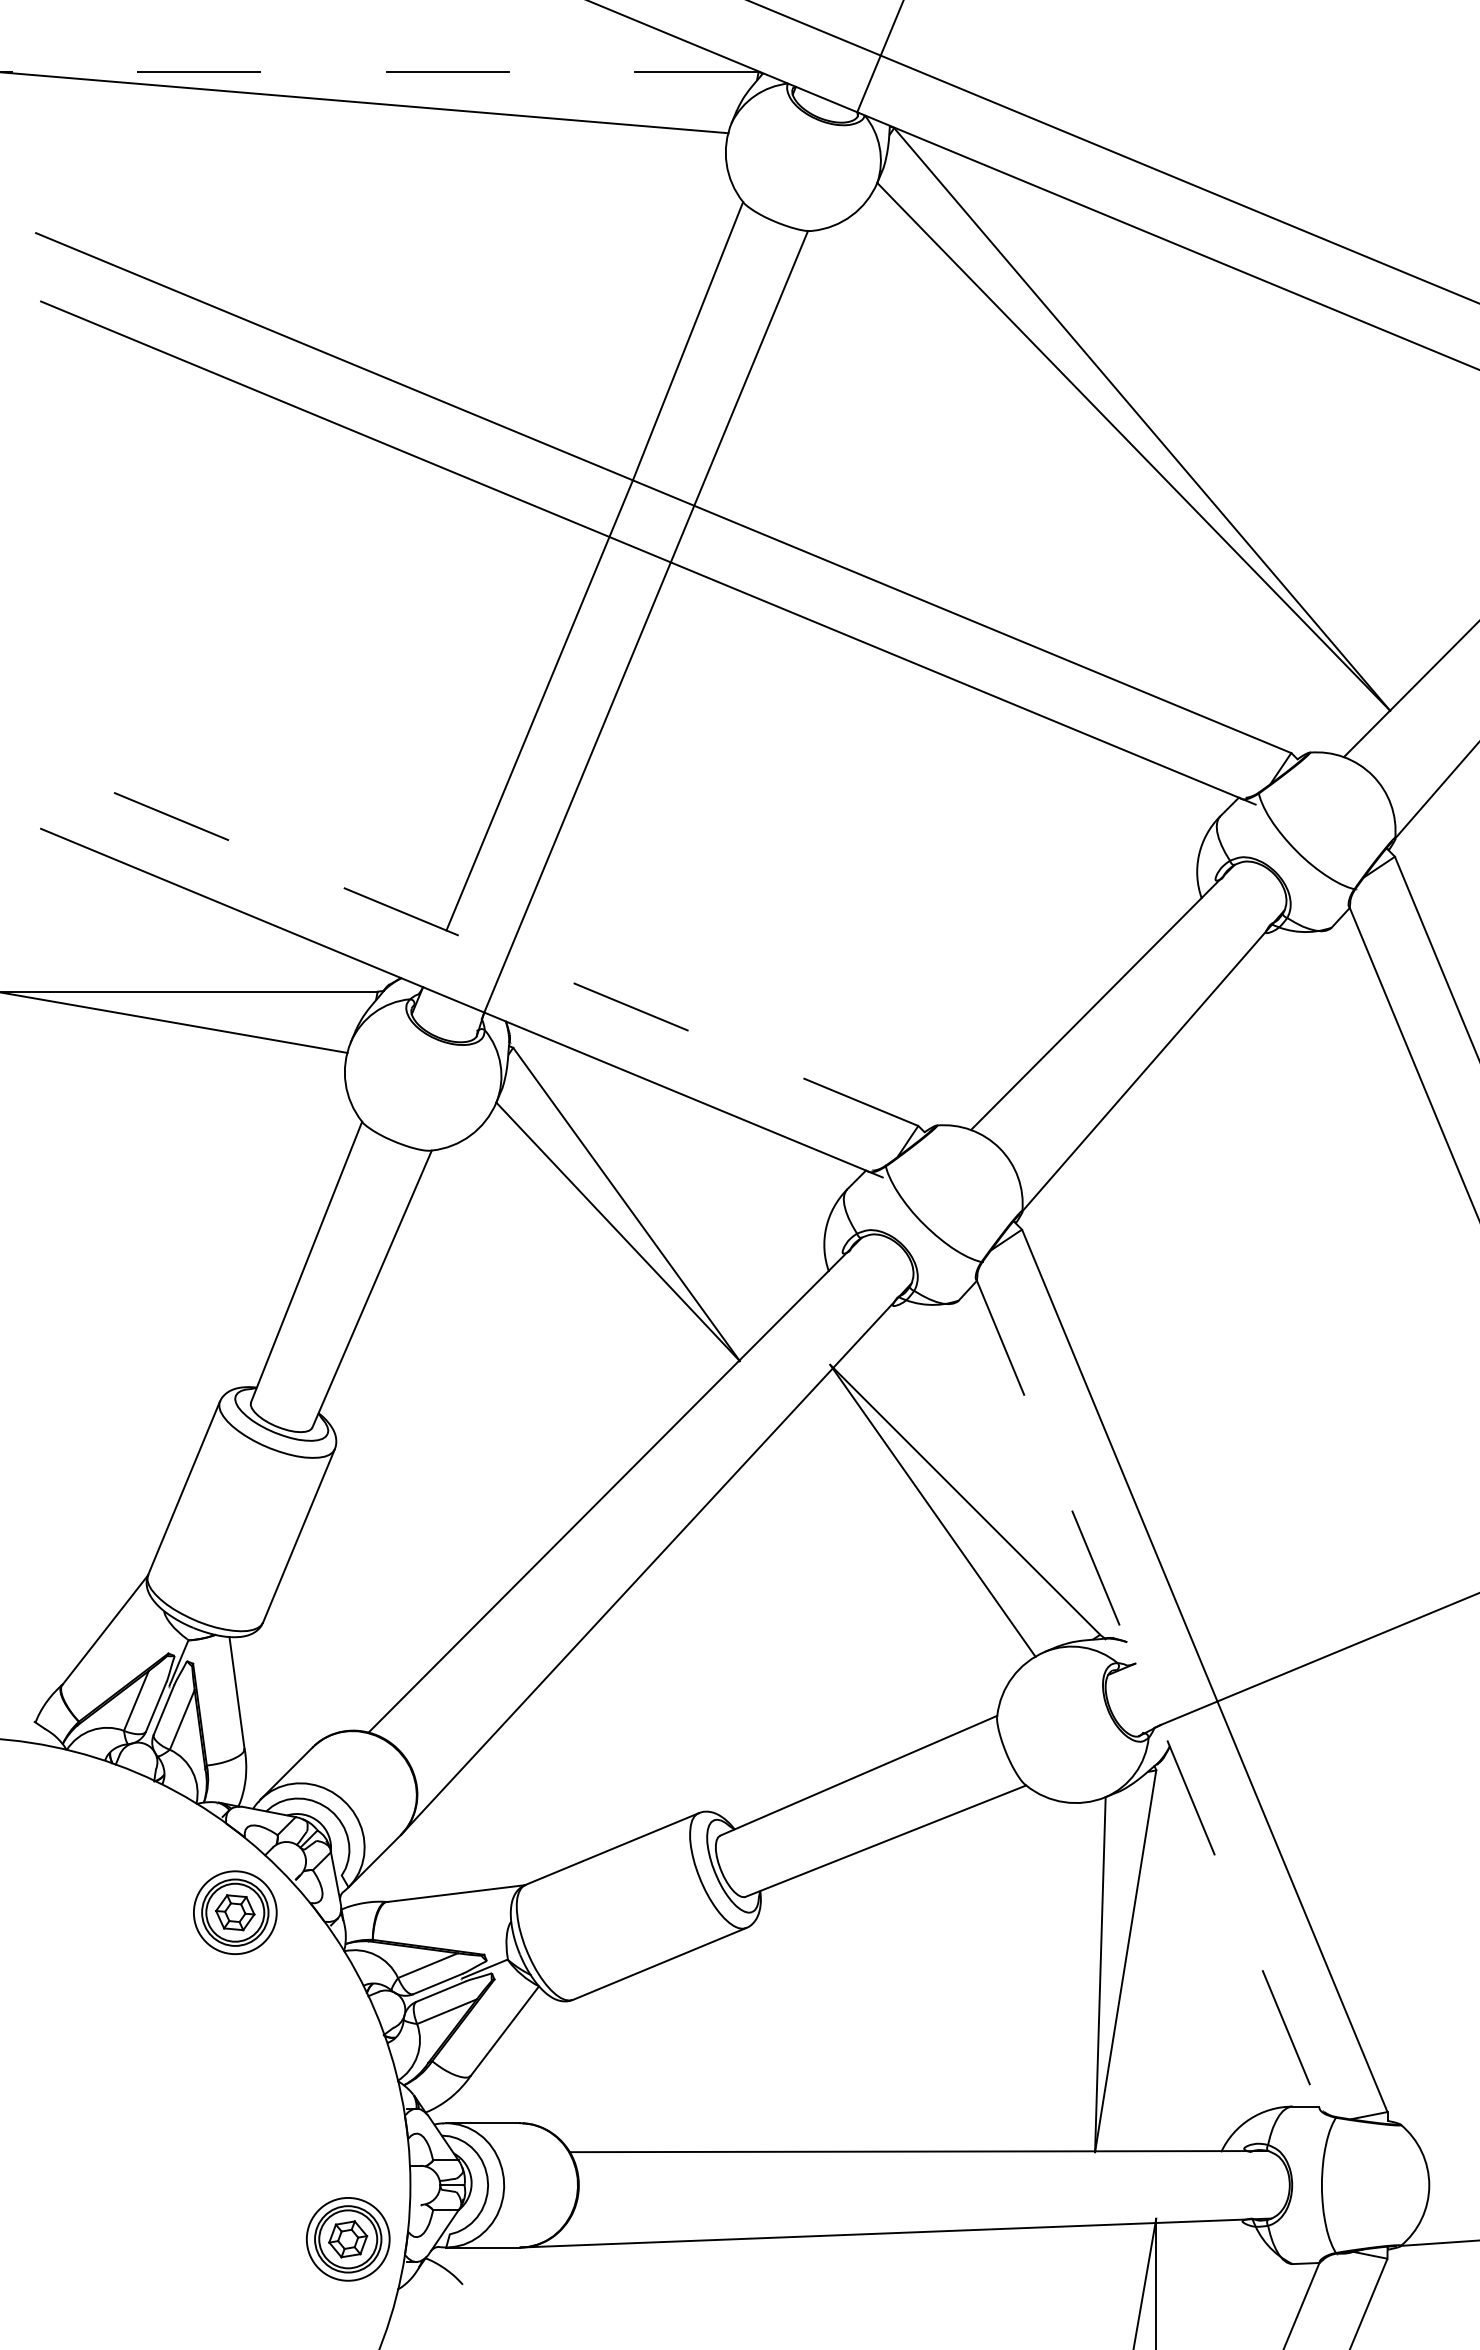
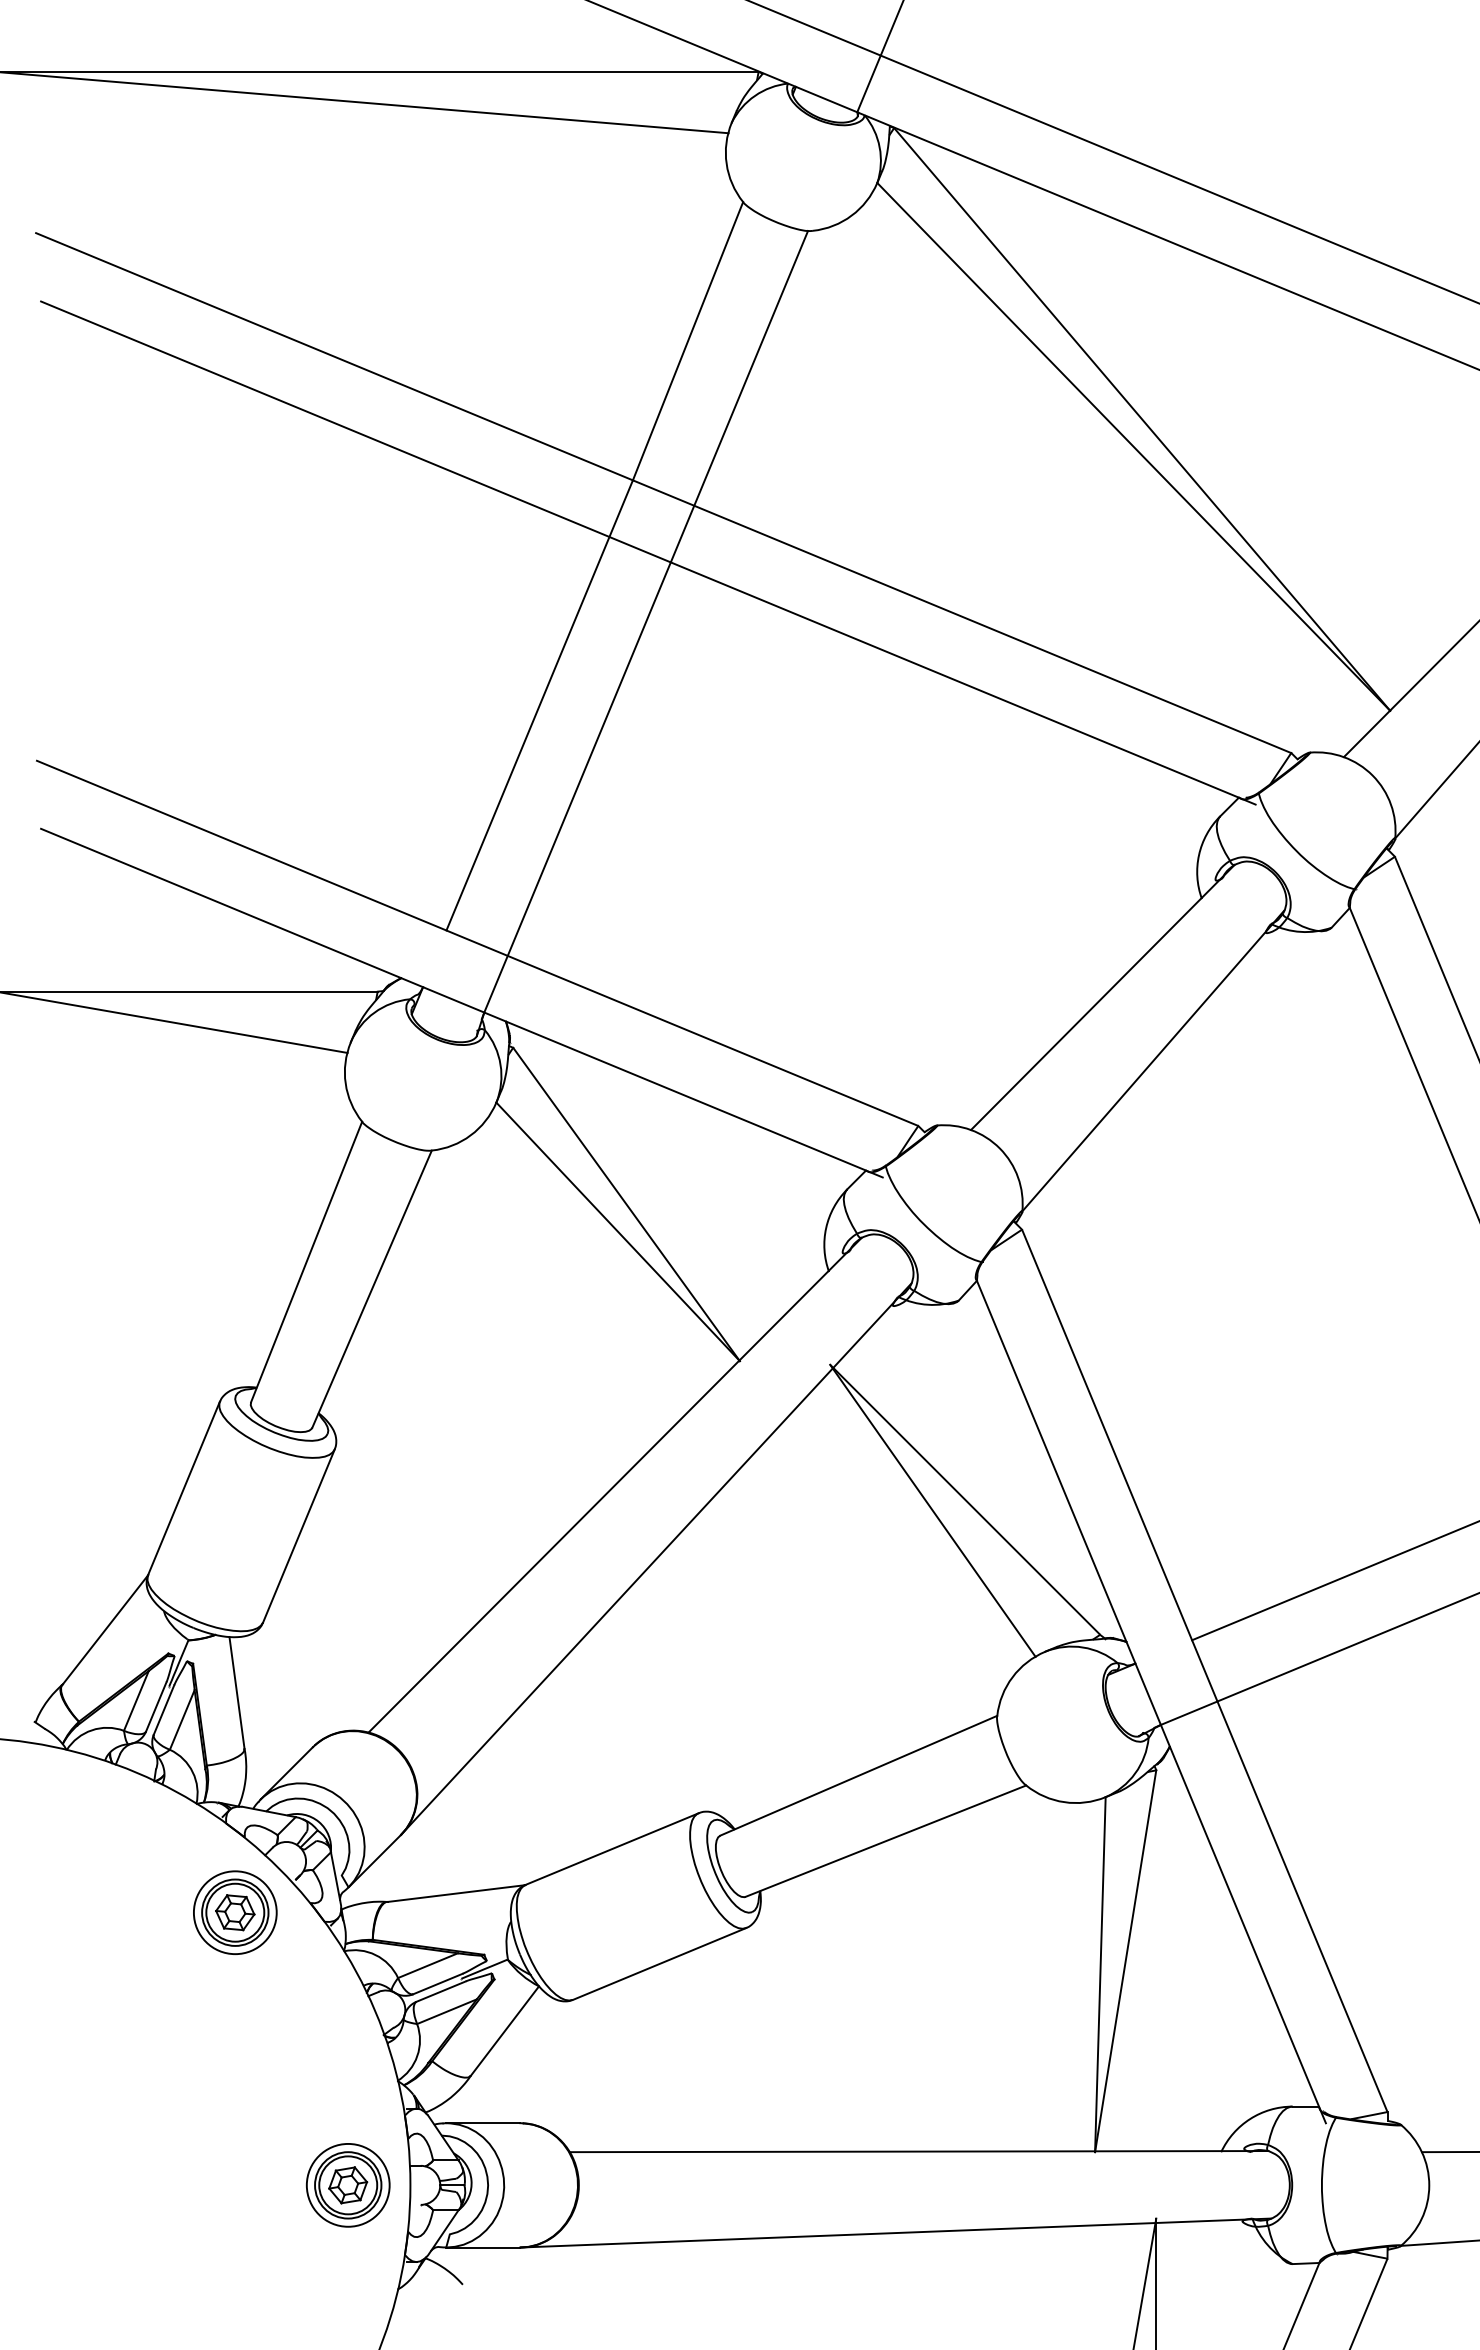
line at (379, 71): dashed -> solid
line at (477, 943): dashed -> solid
line at (1334, 1581): none -> present
line at (1151, 1702): dashed -> solid
line at (1448, 2151): none -> present
part at (347, 2239) position: (347, 2239) -> (347, 2185)
